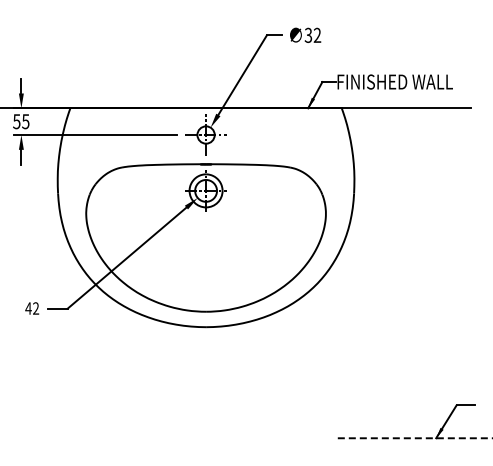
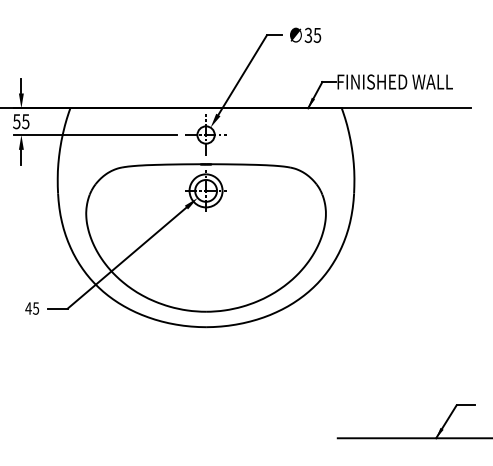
text at (317, 34): 32 -> 35
text at (36, 308): 42 -> 45
line at (414, 438): dashed -> solid
